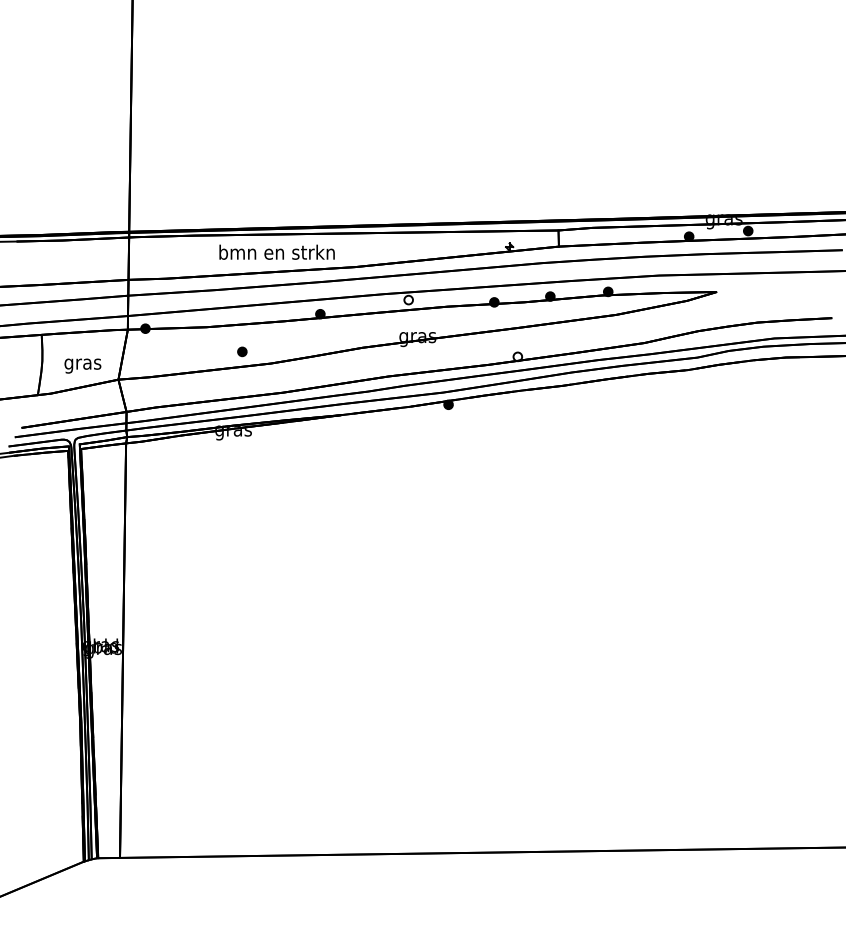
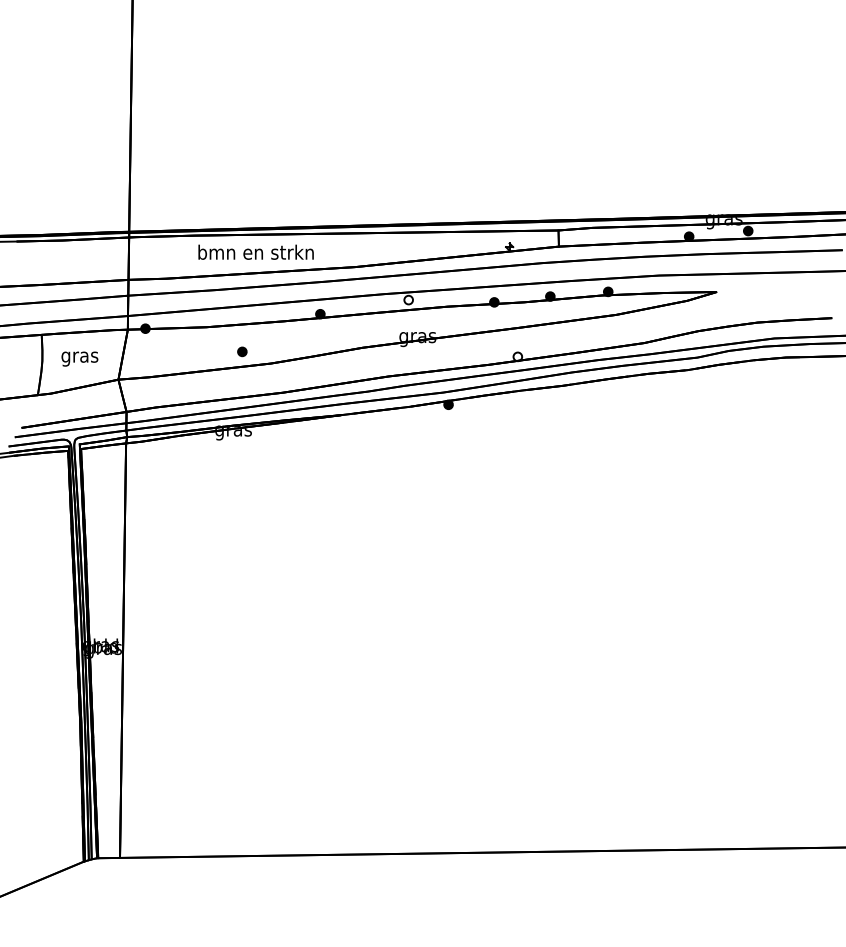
text at (276, 251) position: (276, 251) -> (255, 251)
text at (82, 365) position: (82, 365) -> (79, 358)
